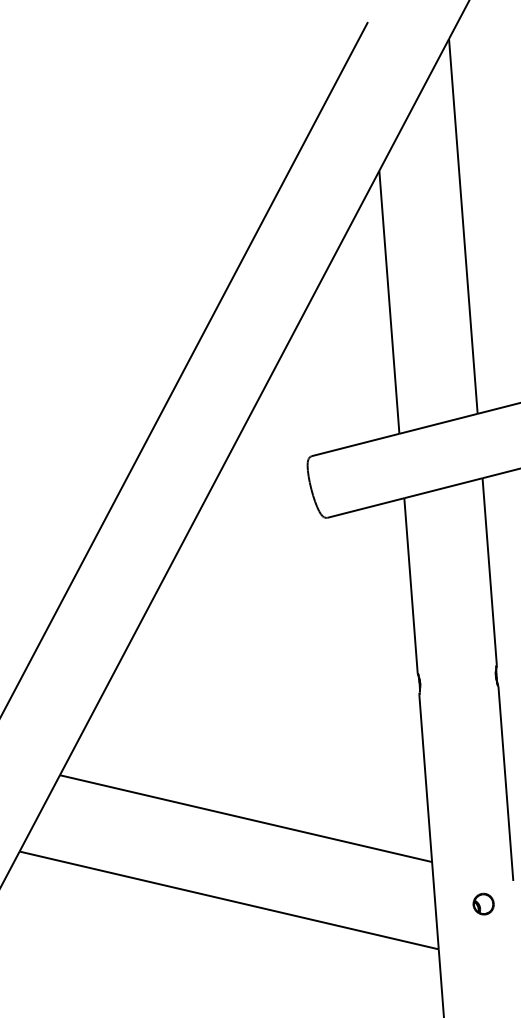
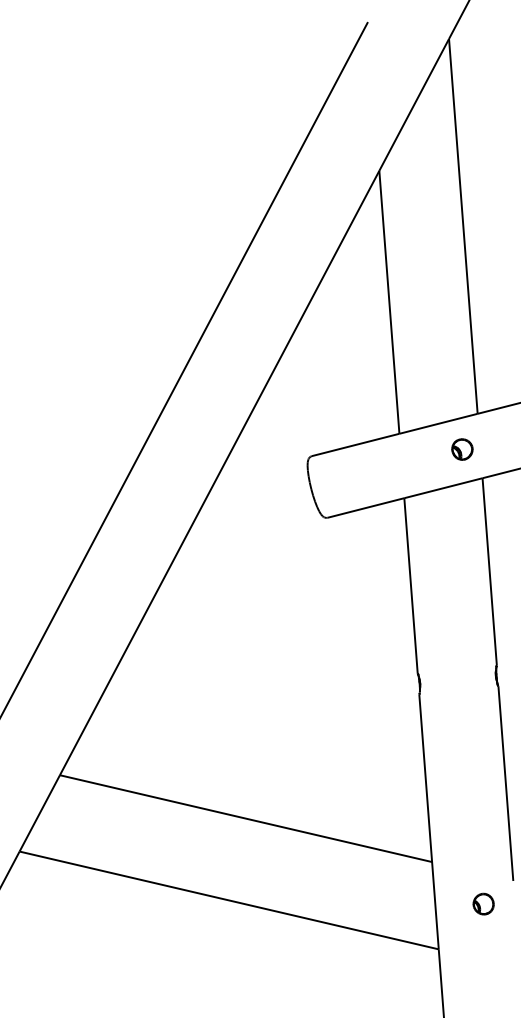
part at (462, 449): none -> present
